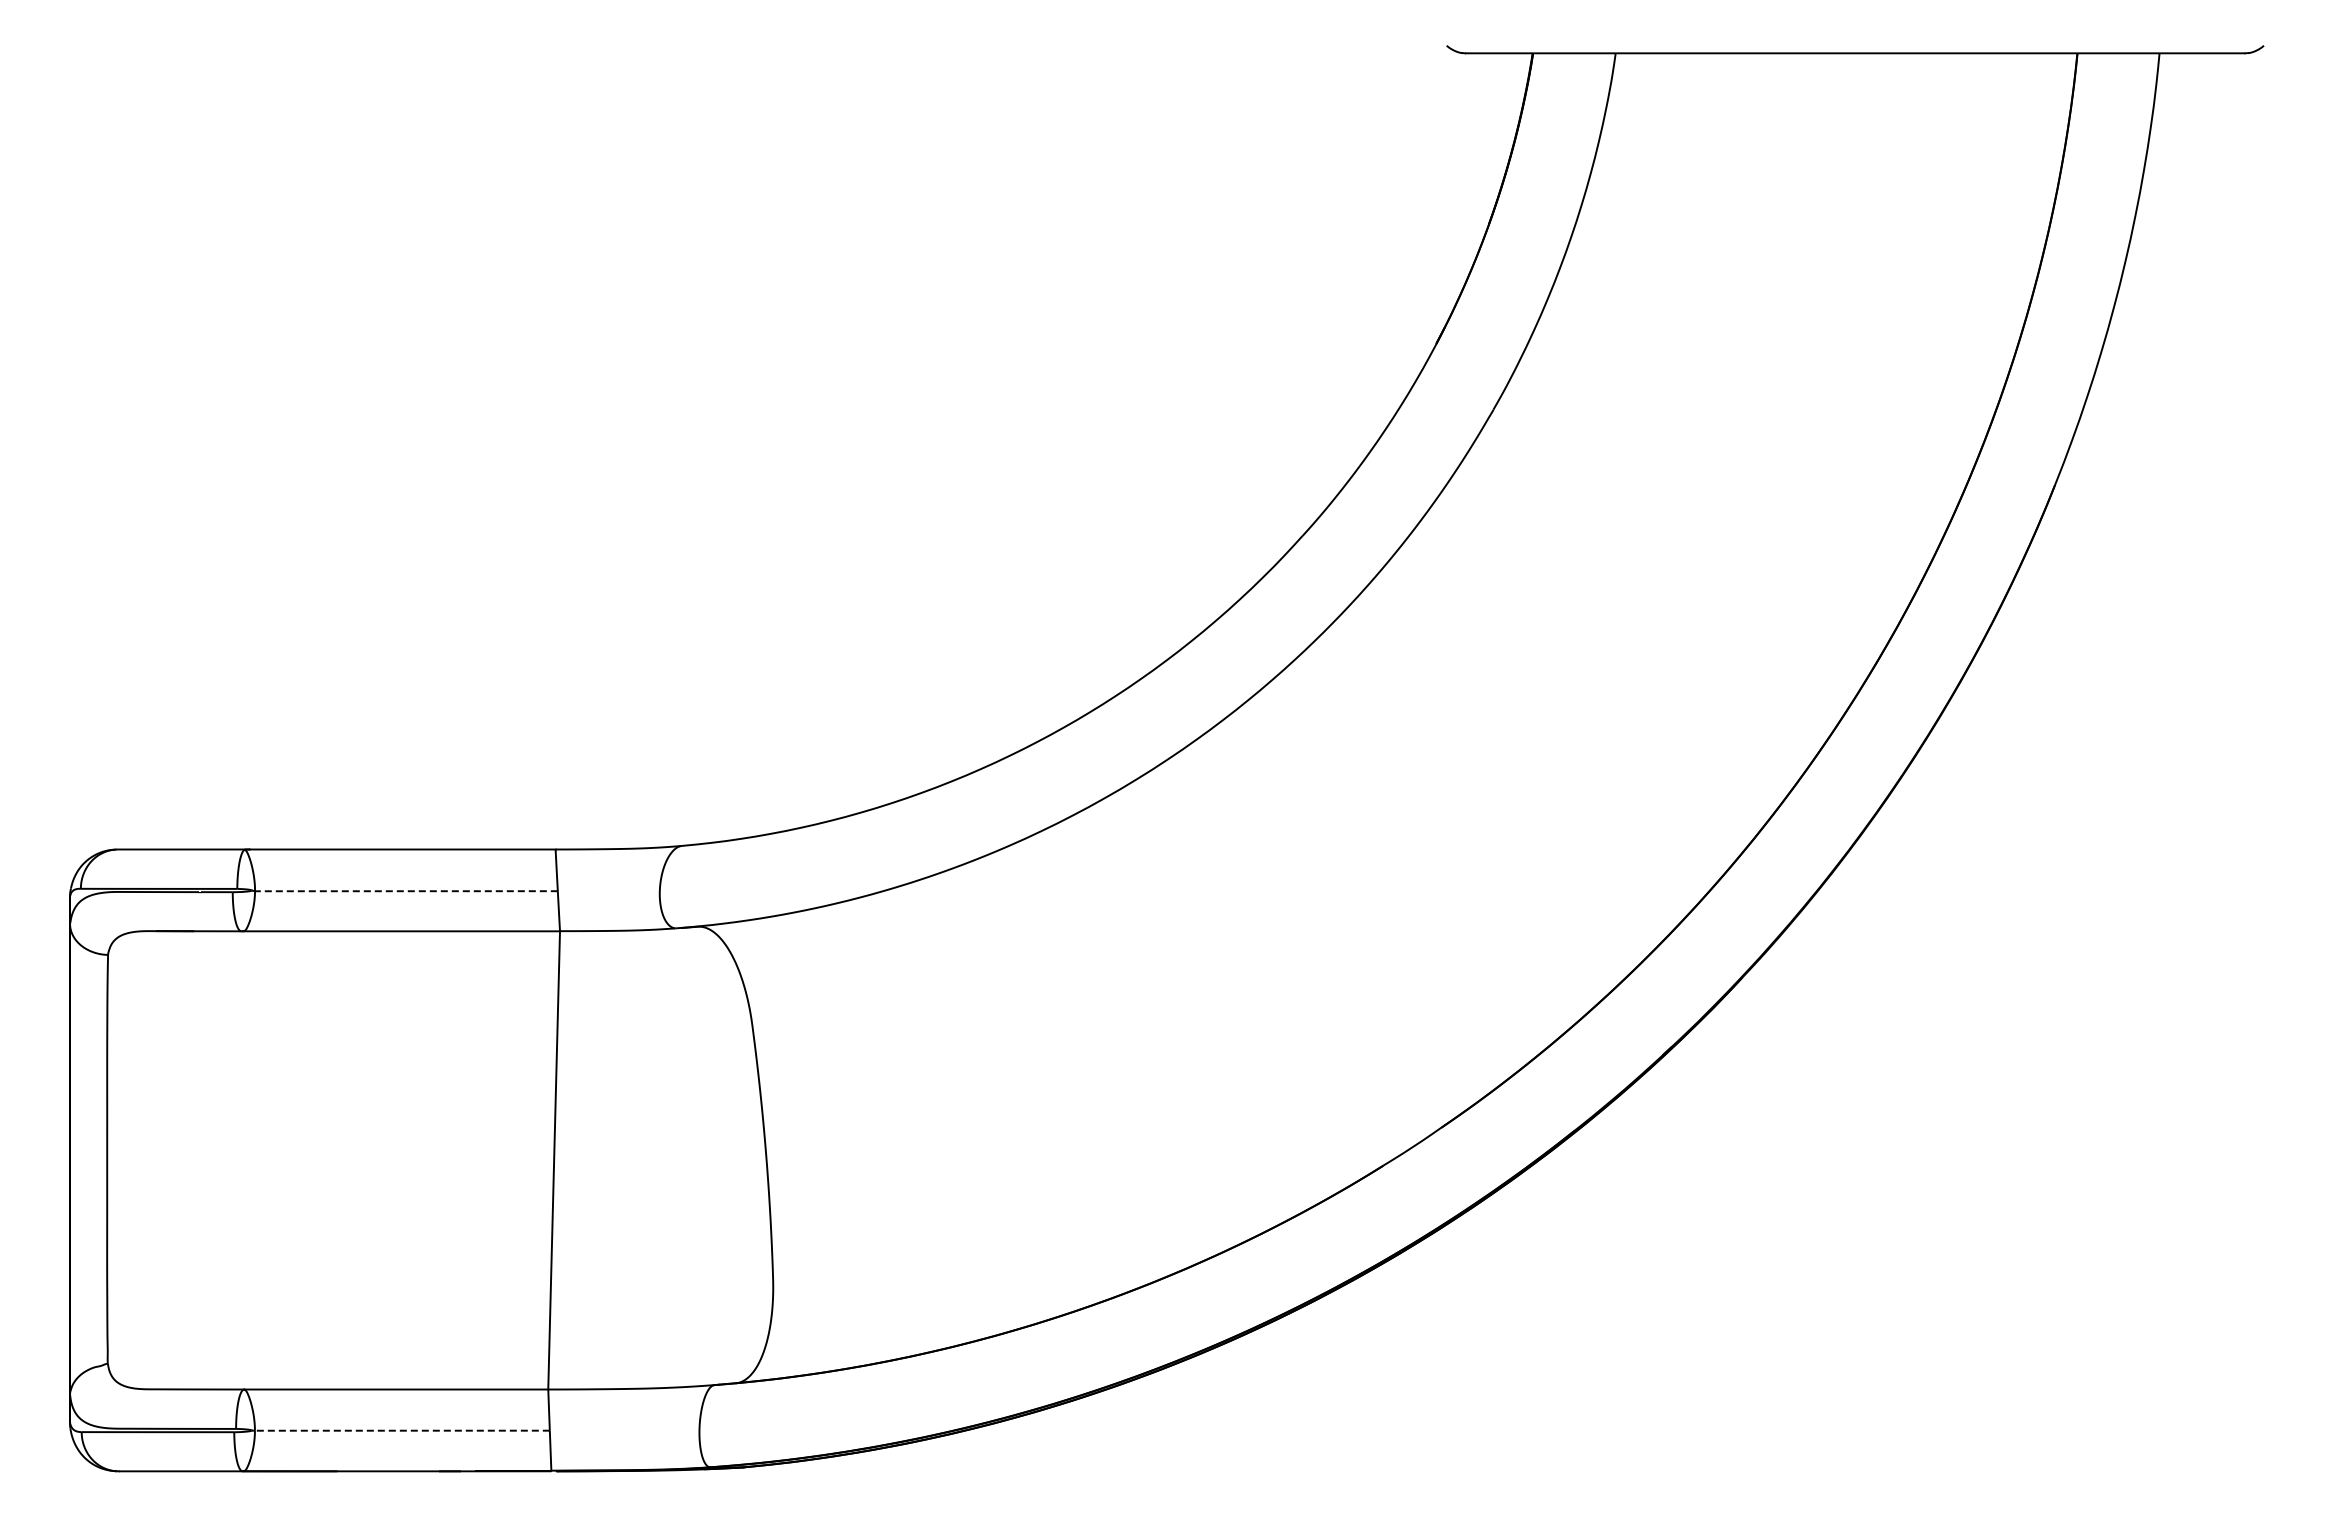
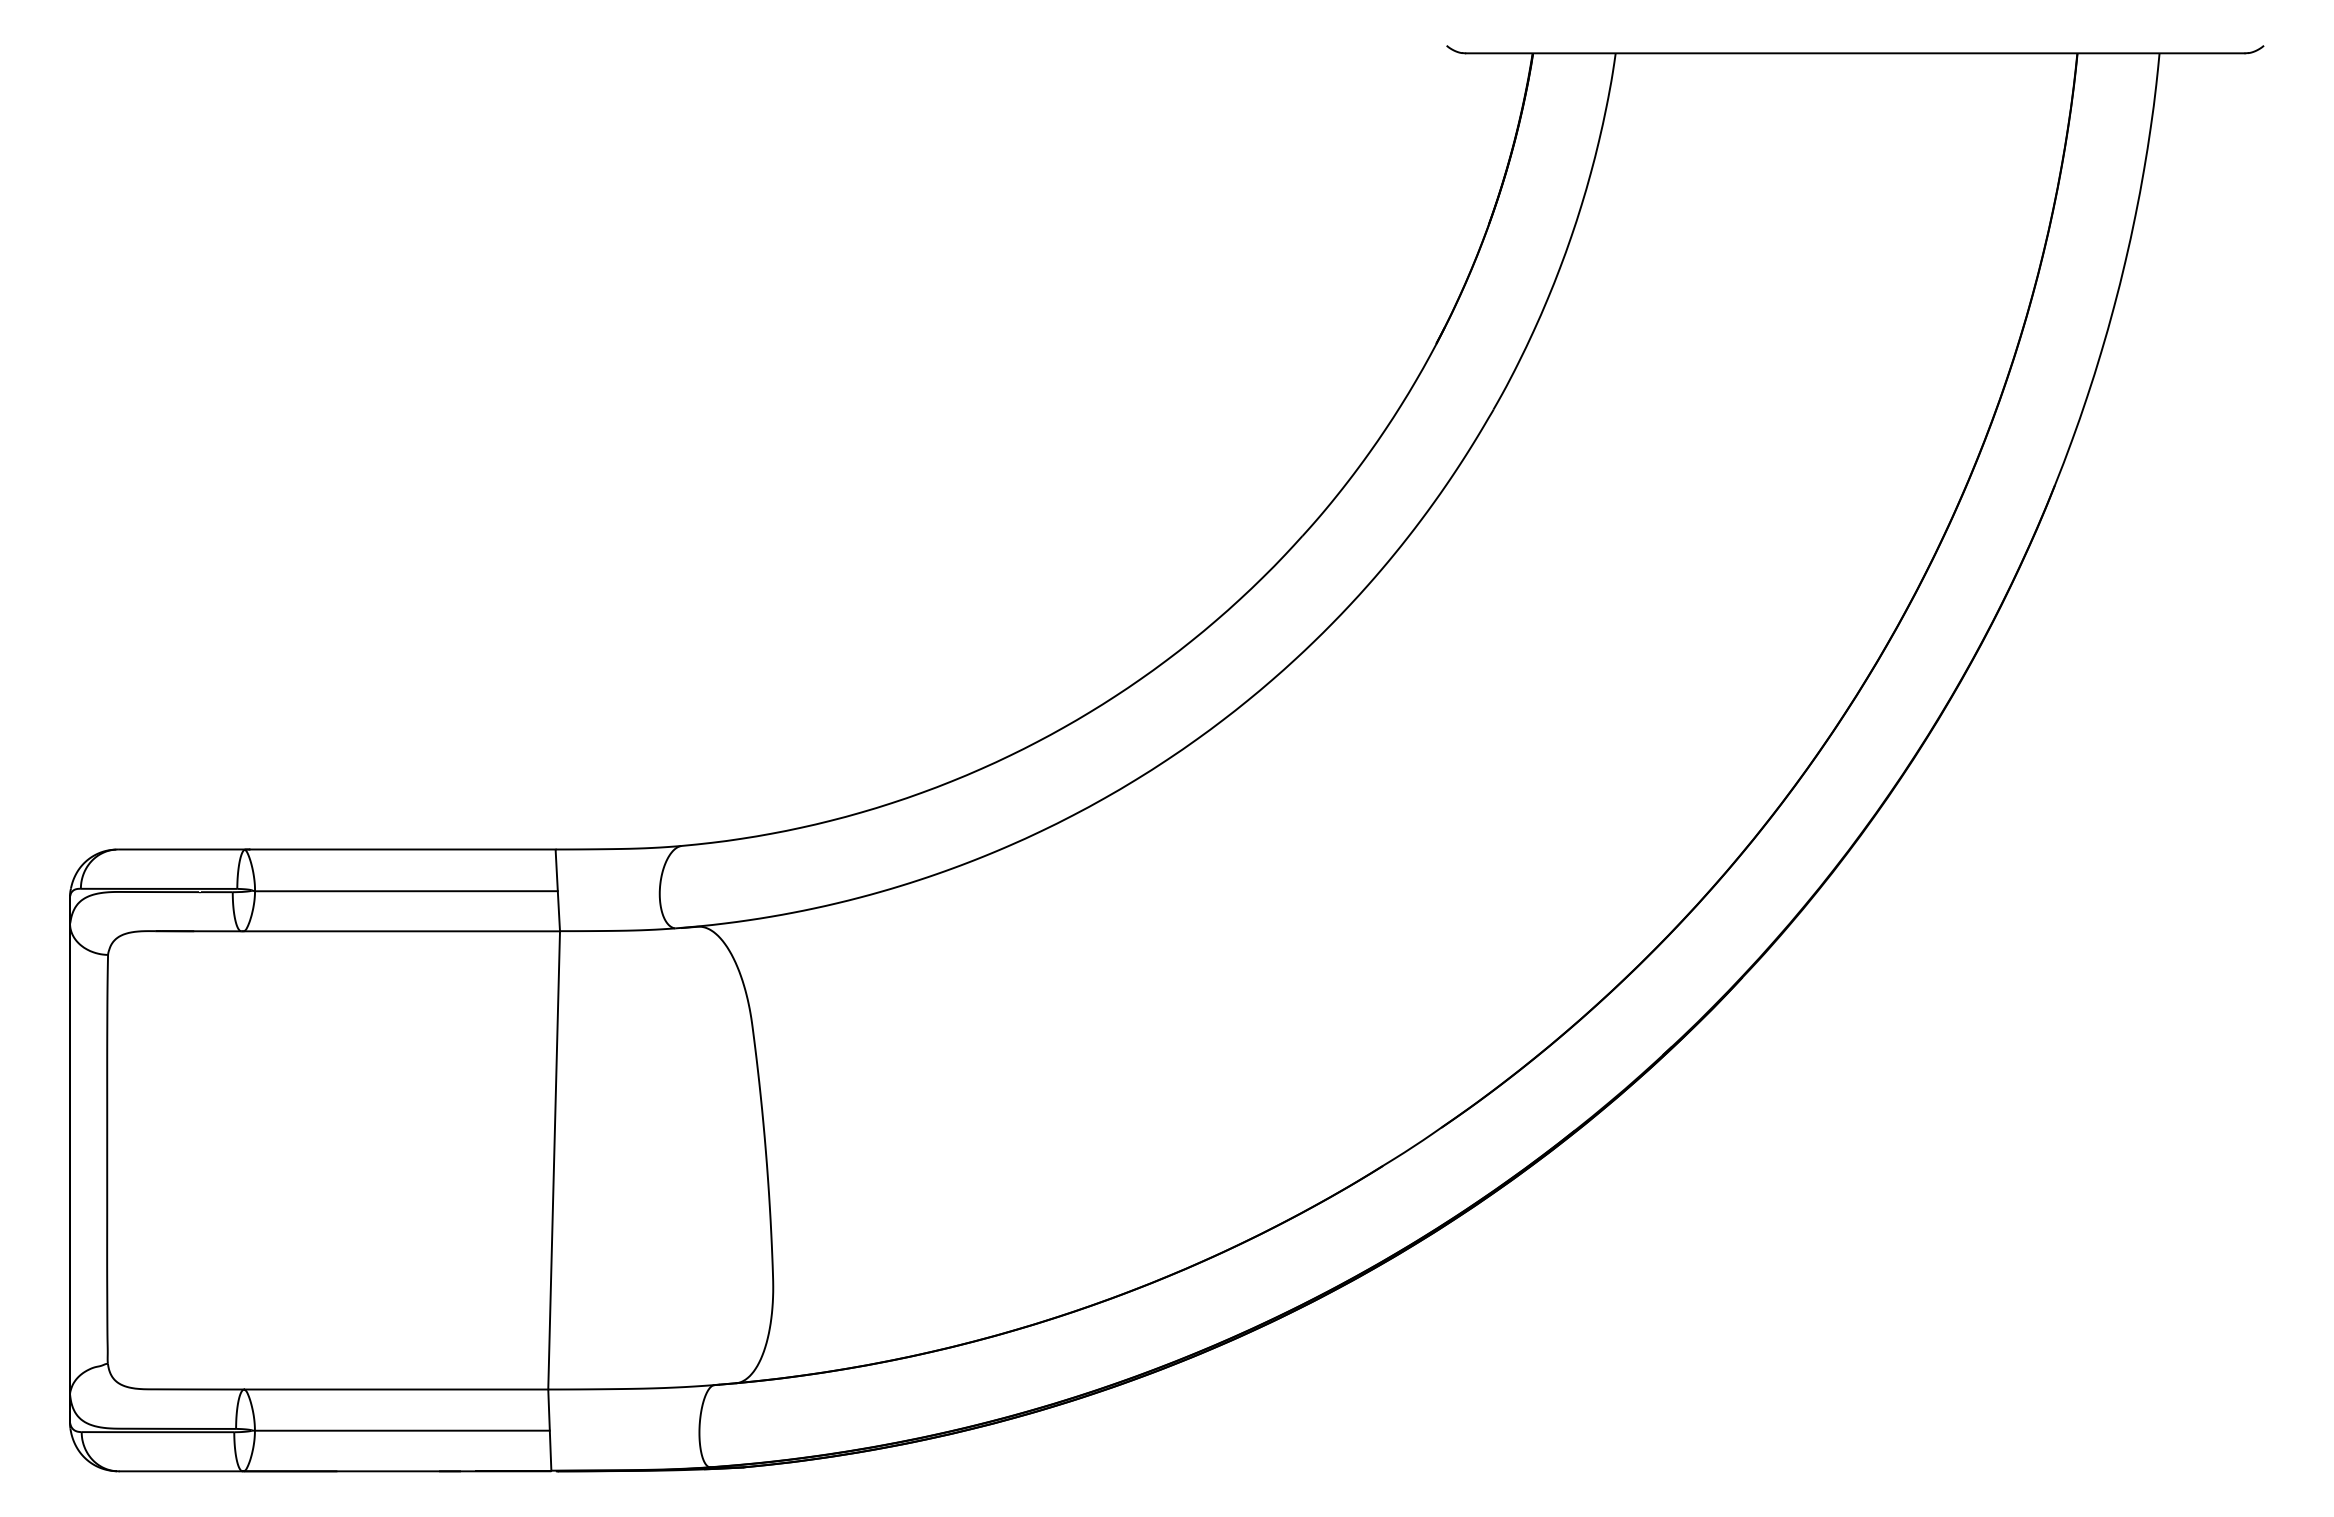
line at (405, 891): dashed -> solid
line at (401, 1430): dashed -> solid
